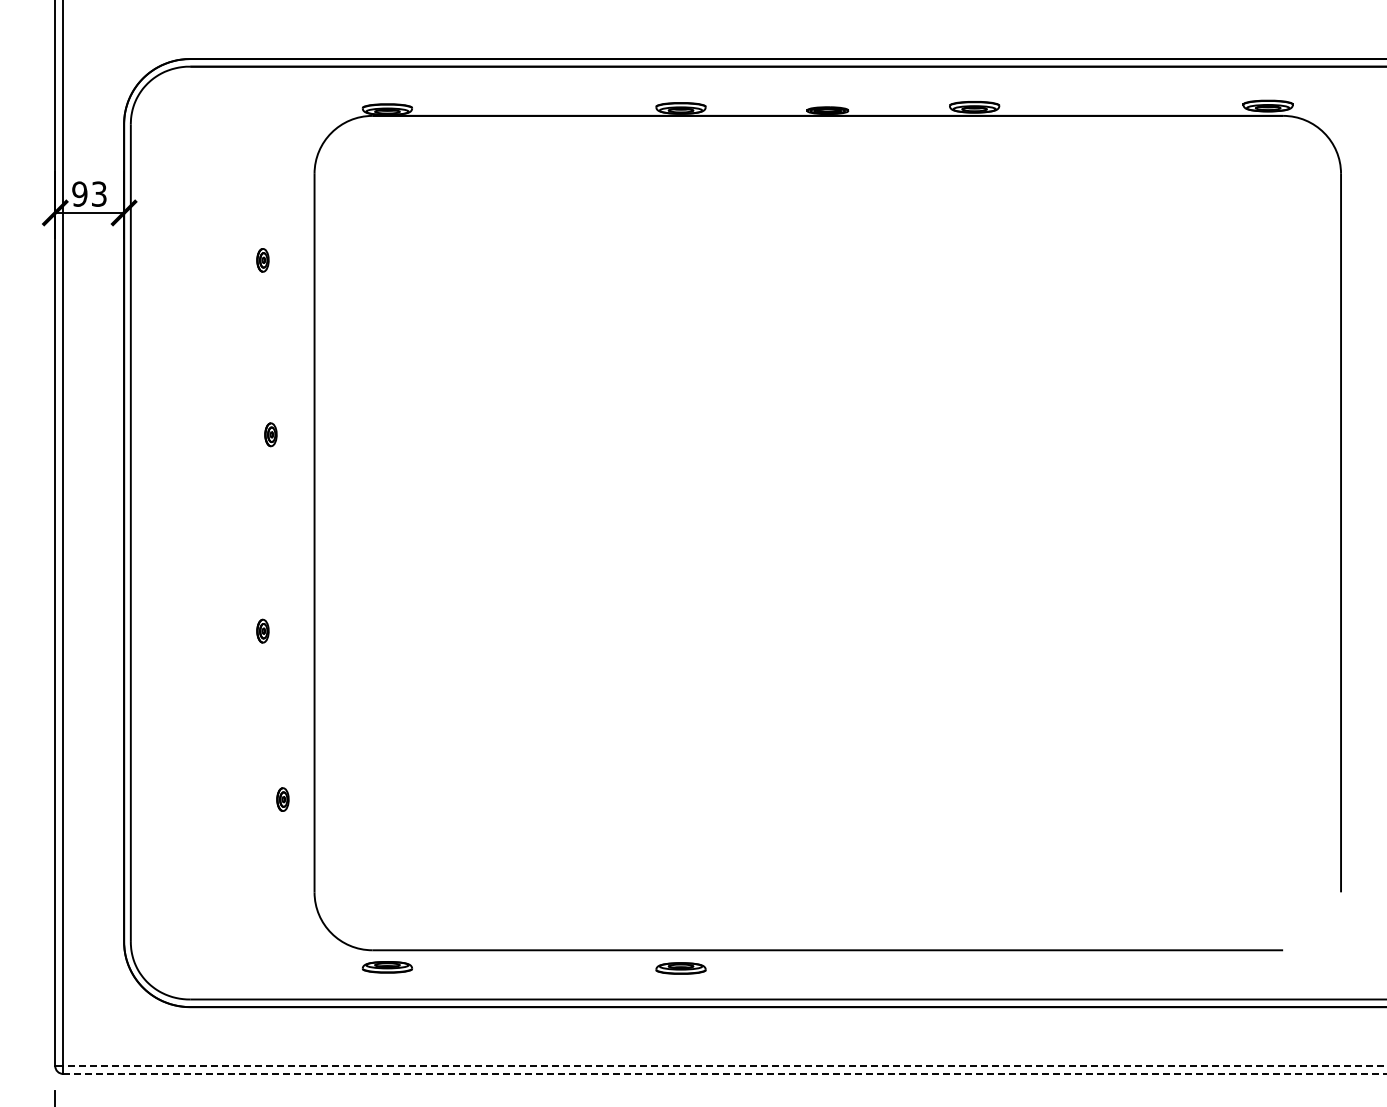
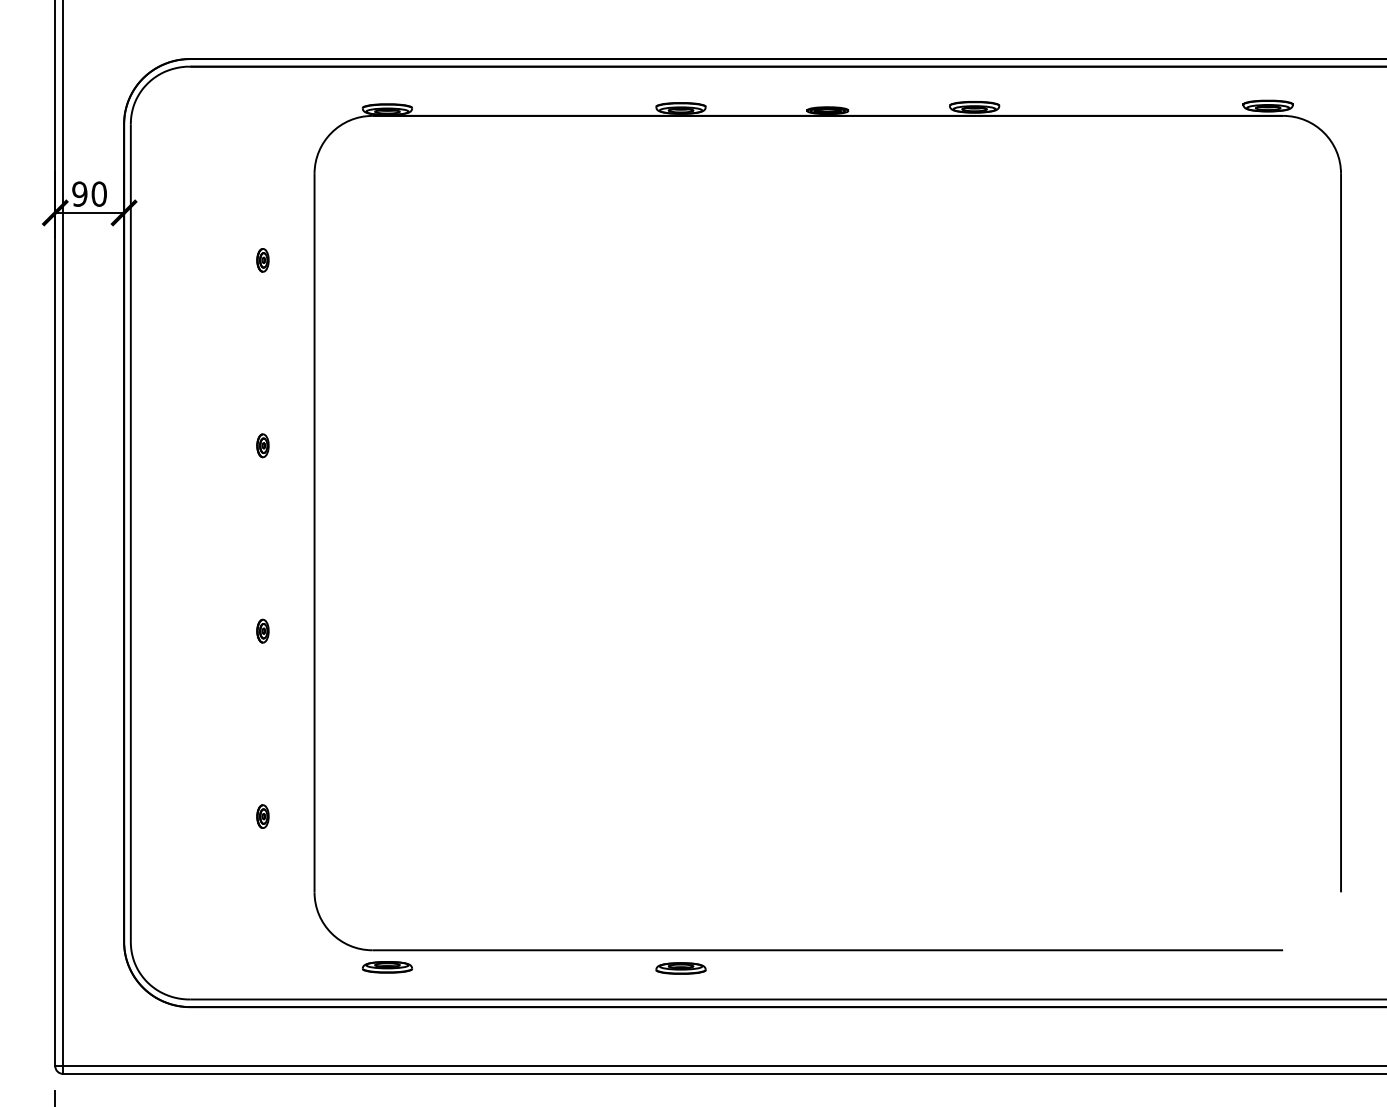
text at (98, 193): 93 -> 90
part at (270, 434) position: (270, 434) -> (262, 445)
part at (282, 799) position: (282, 799) -> (262, 816)
line at (724, 1066): dashed -> solid
line at (724, 1073): dashed -> solid
